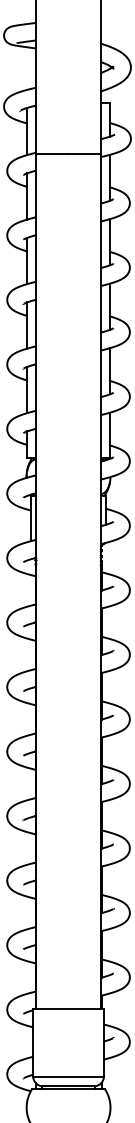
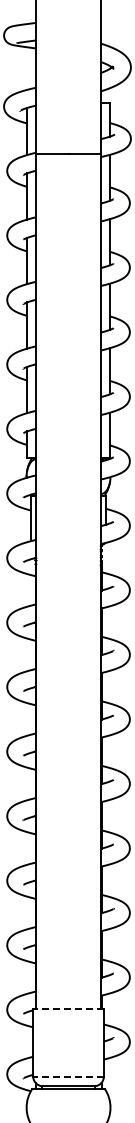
line at (68, 1008): solid -> dashed
line at (68, 1076): solid -> dashed
